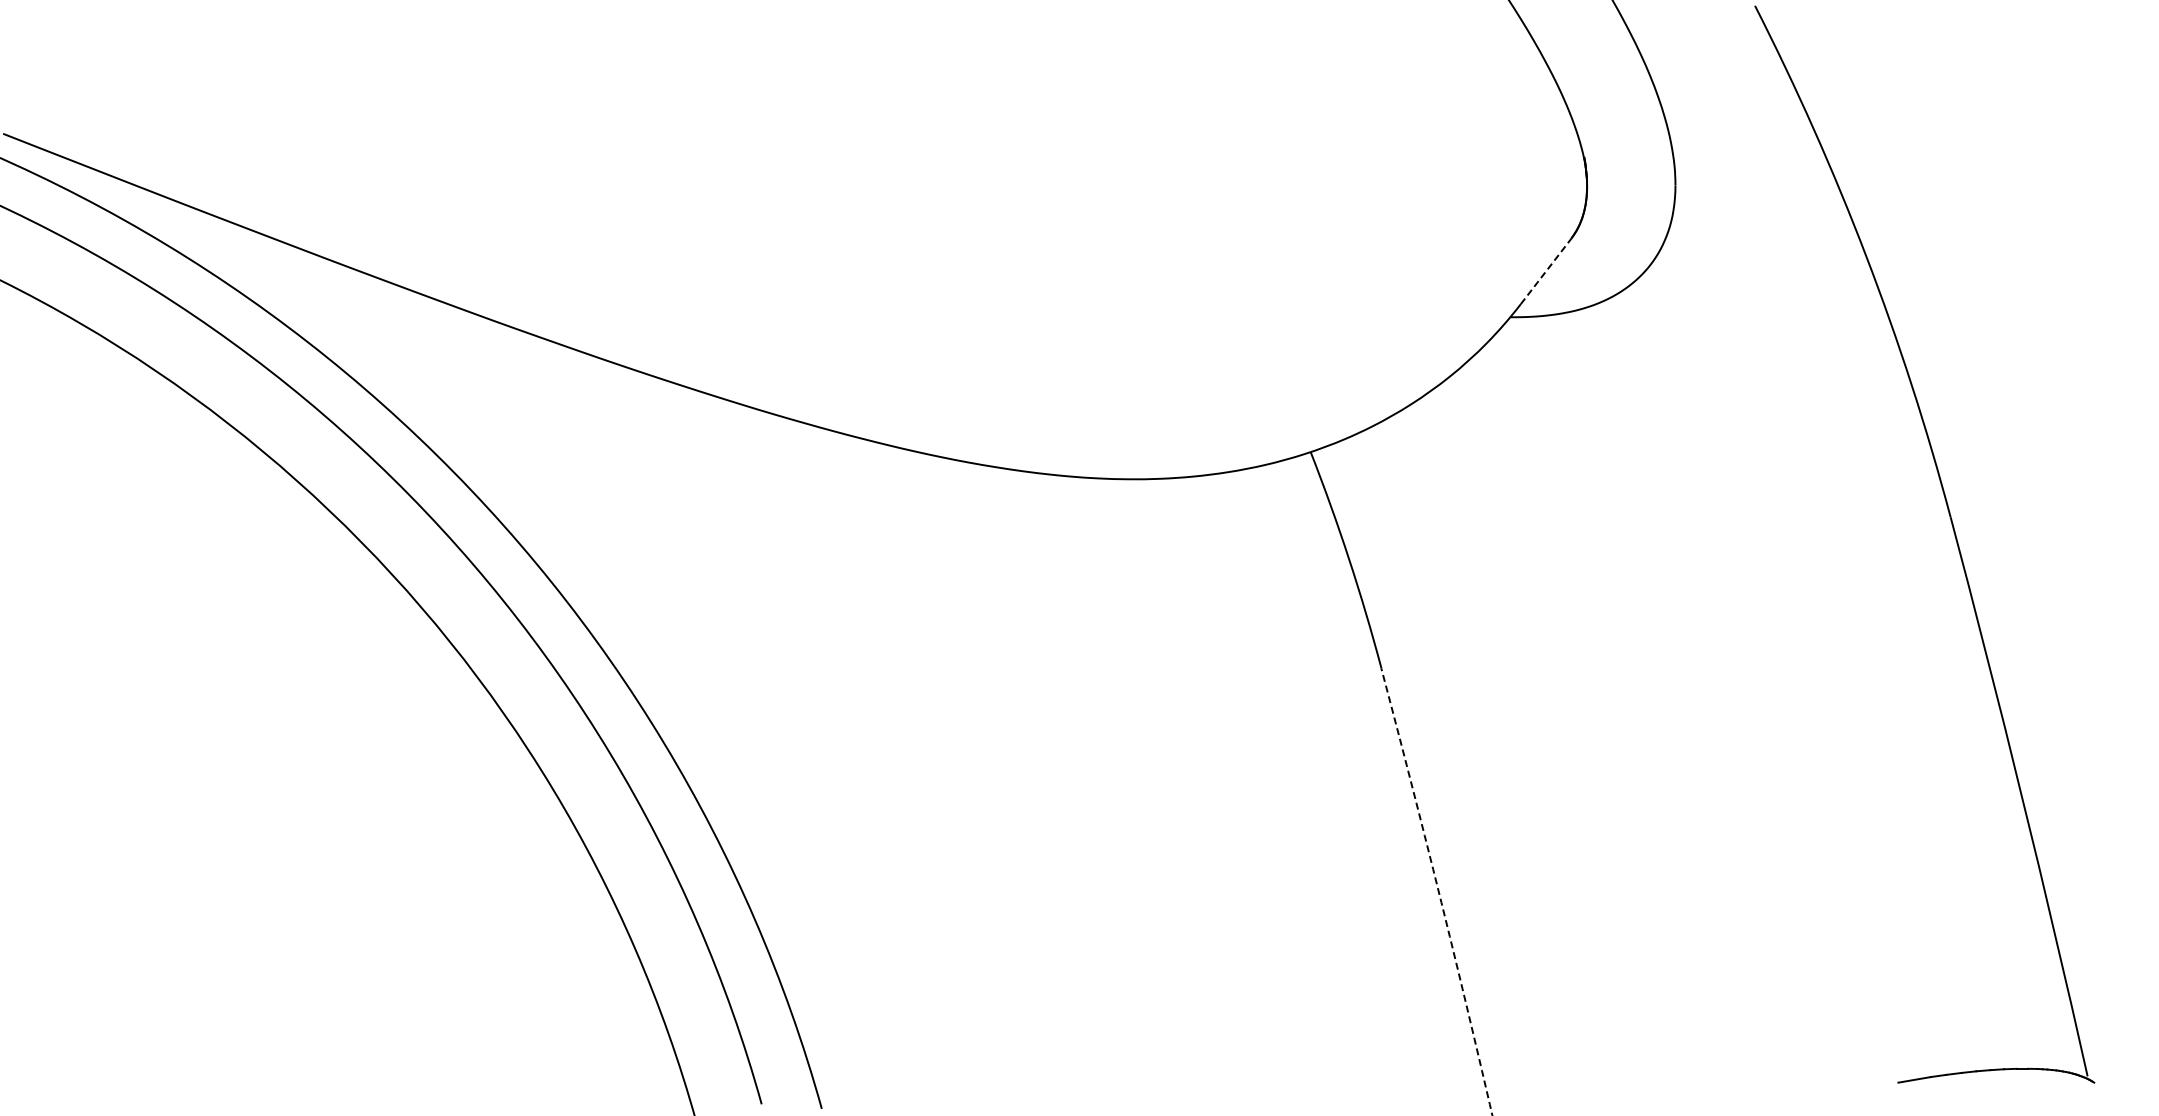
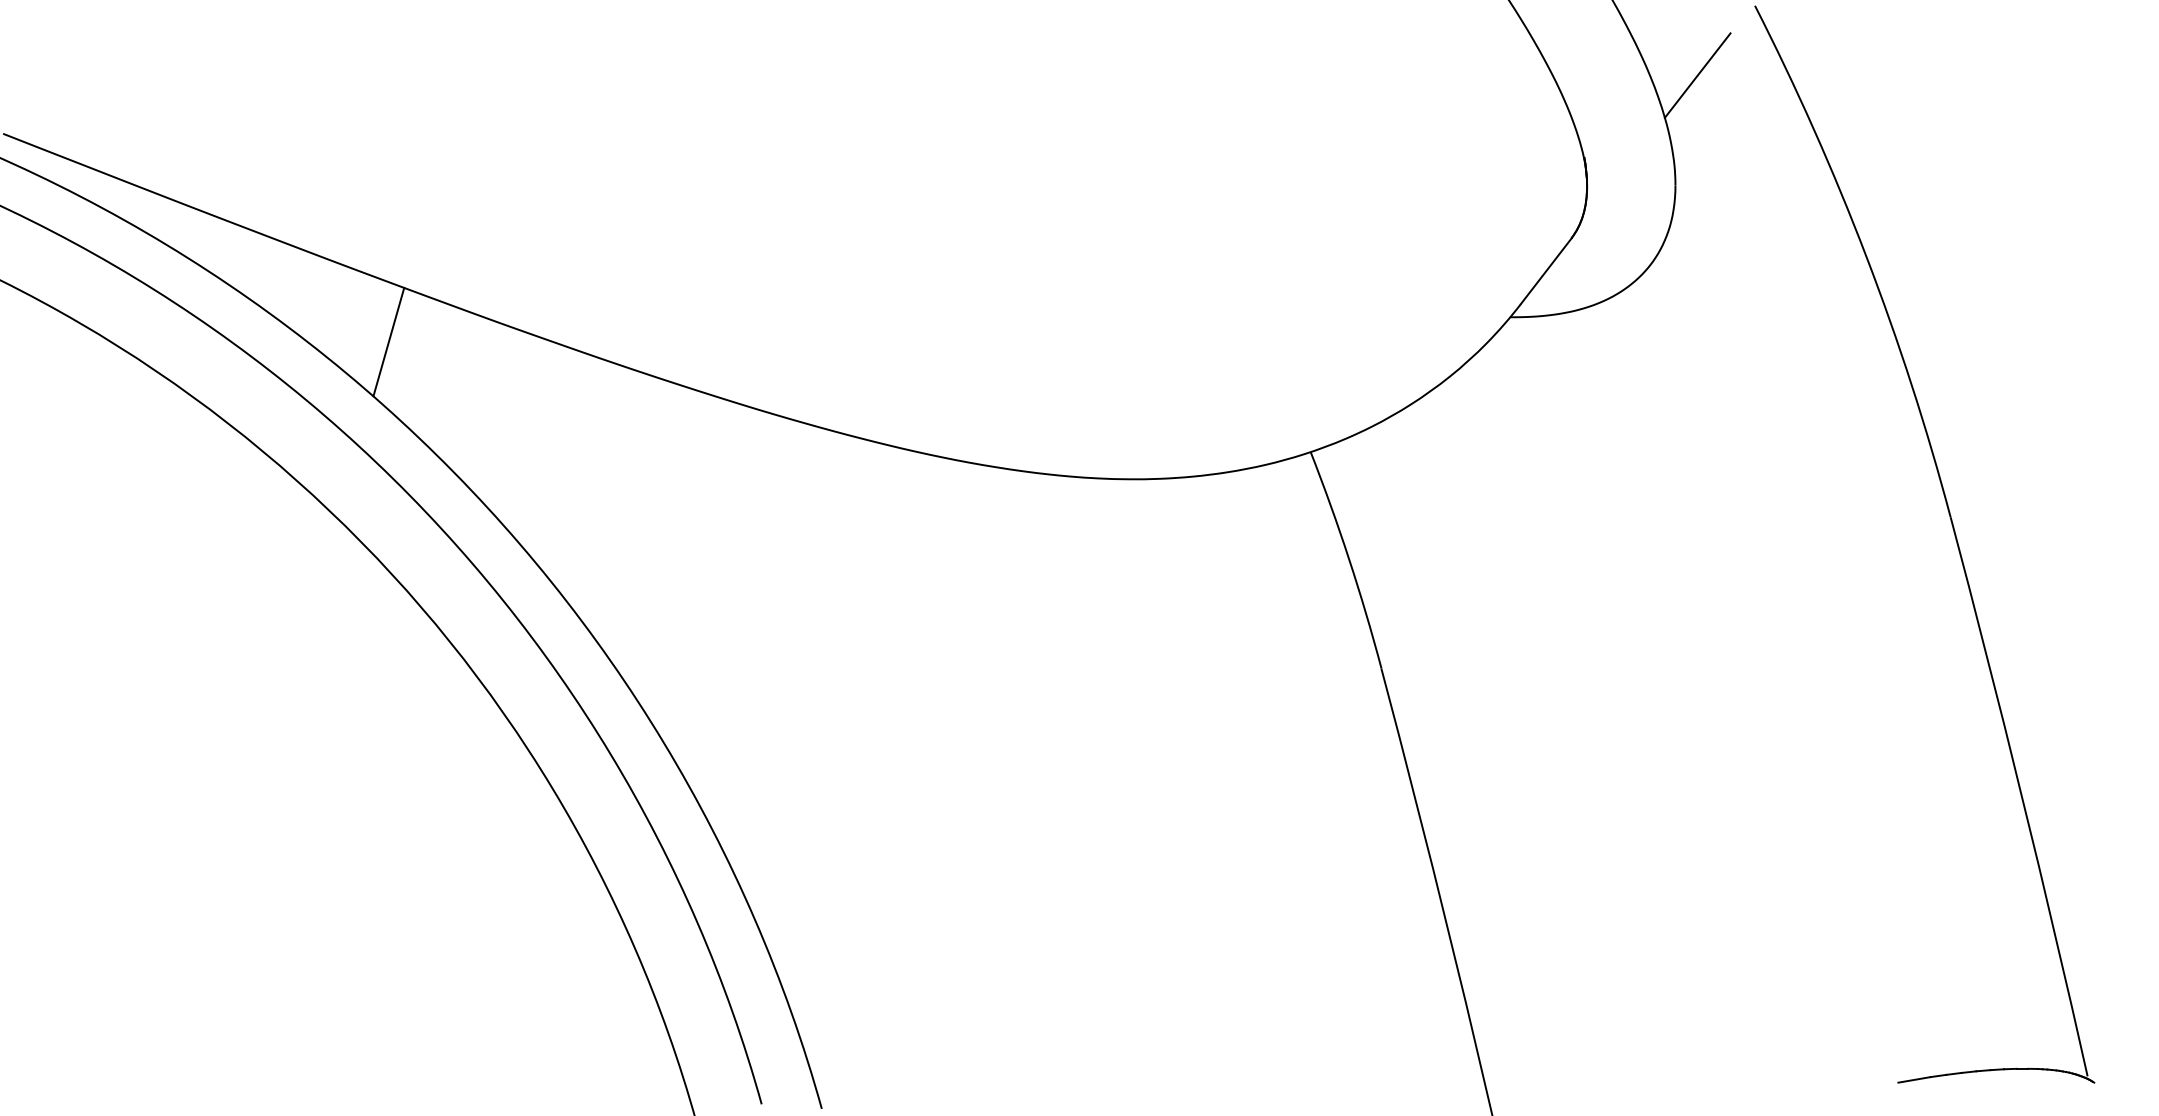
line at (1697, 75): none -> present
line at (1546, 271): dashed -> solid
line at (388, 341): none -> present
arc at (1438, 891): dashed -> solid
